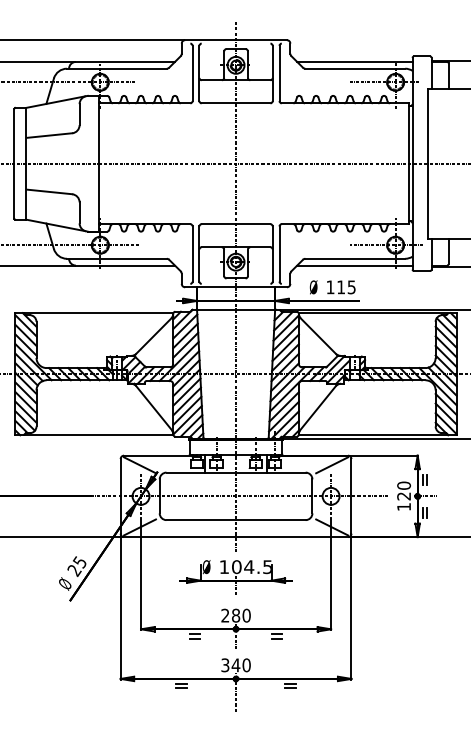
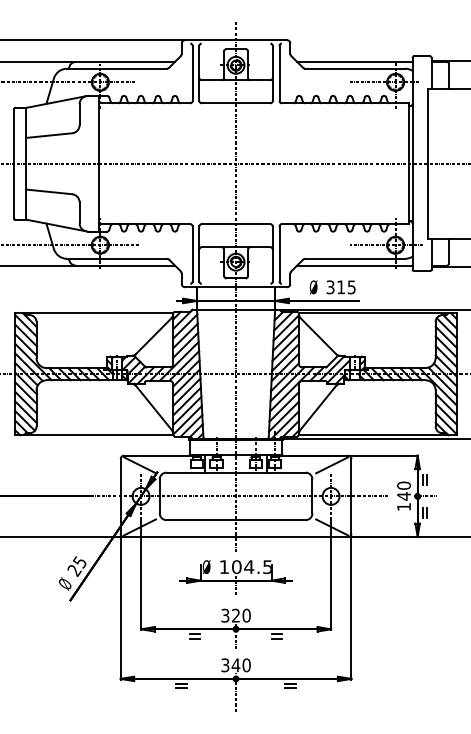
text at (330, 287): 115 -> 315
text at (403, 496): 120 -> 140
text at (230, 615): 280 -> 320
